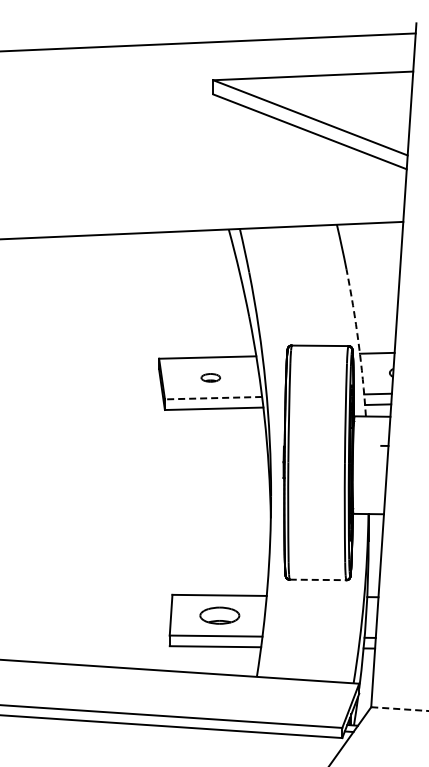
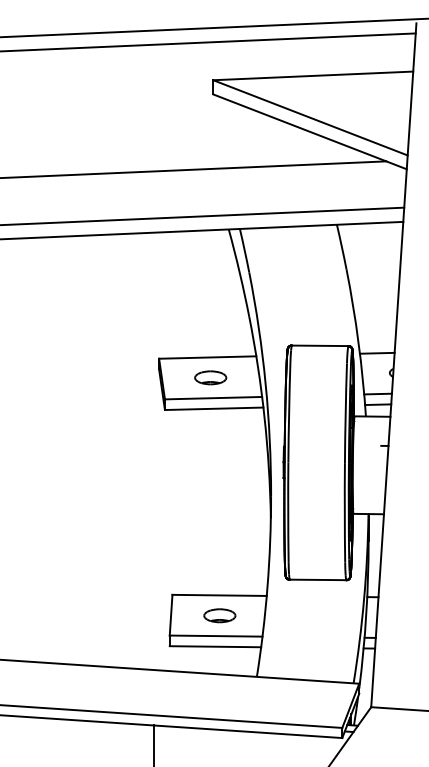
line at (213, 27): none -> present
line at (194, 169): none -> present
line at (203, 216): none -> present
arc at (358, 342): dashed -> solid
part at (210, 377) size: 21x10 px -> 34x16 px
line at (213, 398): dashed -> solid
line at (318, 579): dashed -> solid
part at (219, 615) size: 42x19 px -> 34x16 px
line at (400, 709): dashed -> solid
line at (153, 744): none -> present
